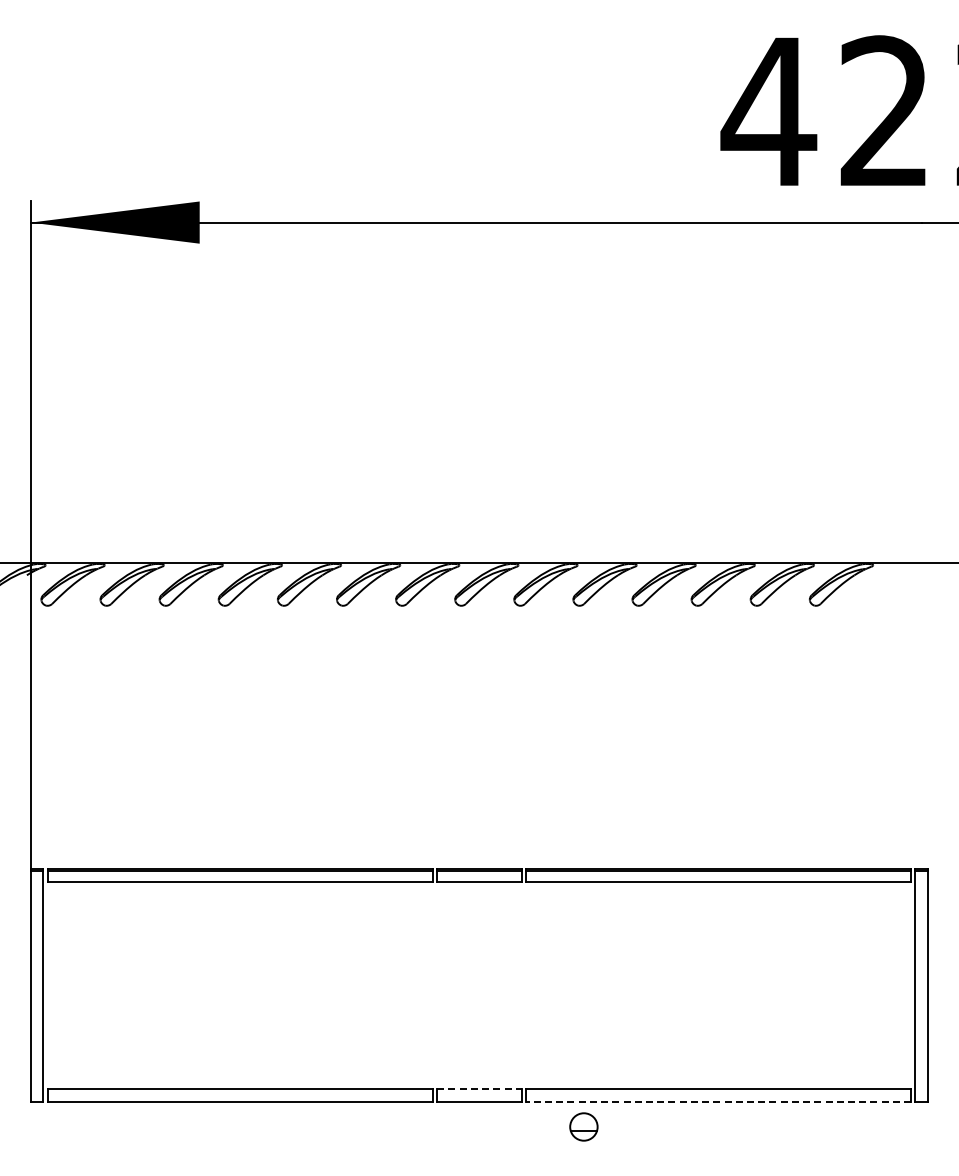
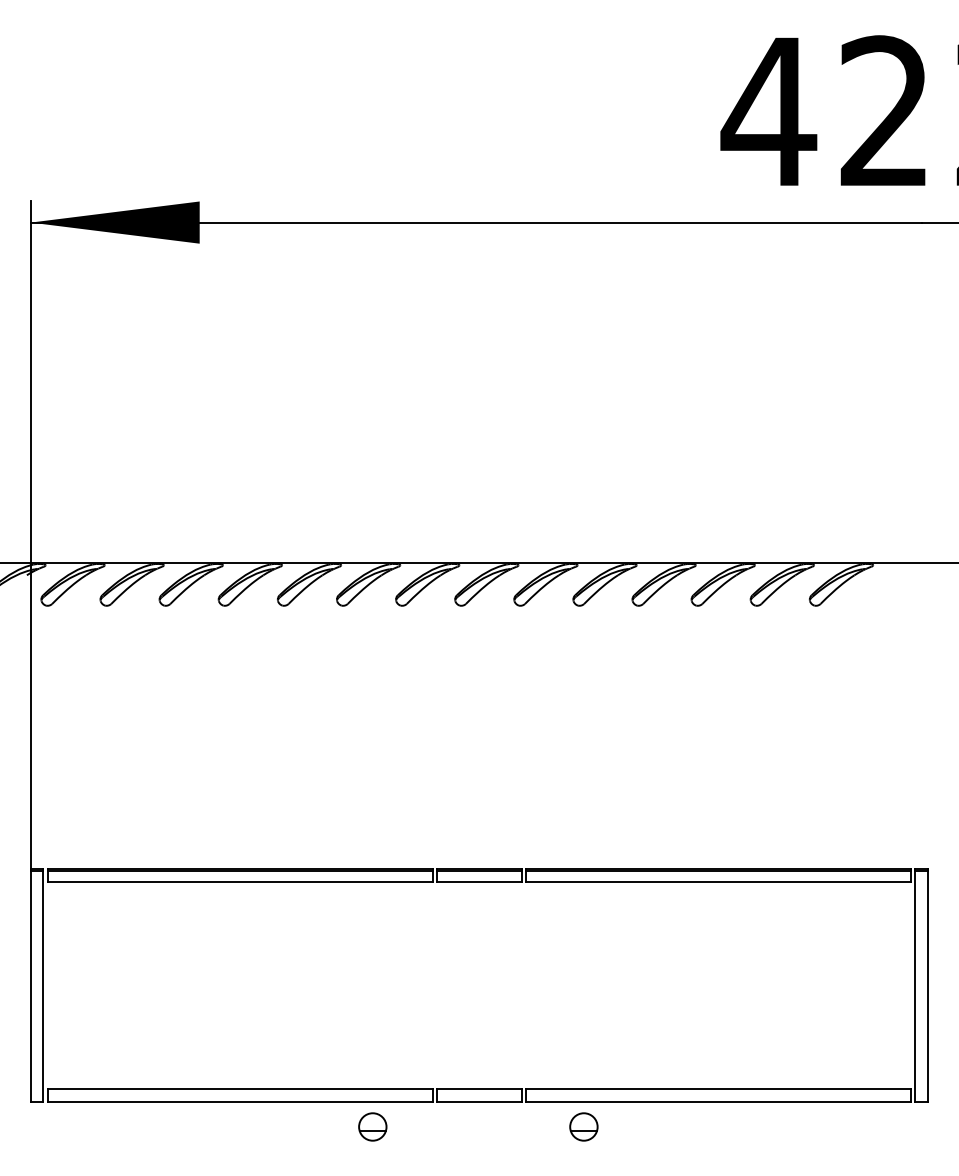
line at (479, 1088): dashed -> solid
line at (718, 1101): dashed -> solid
part at (372, 1126): none -> present
